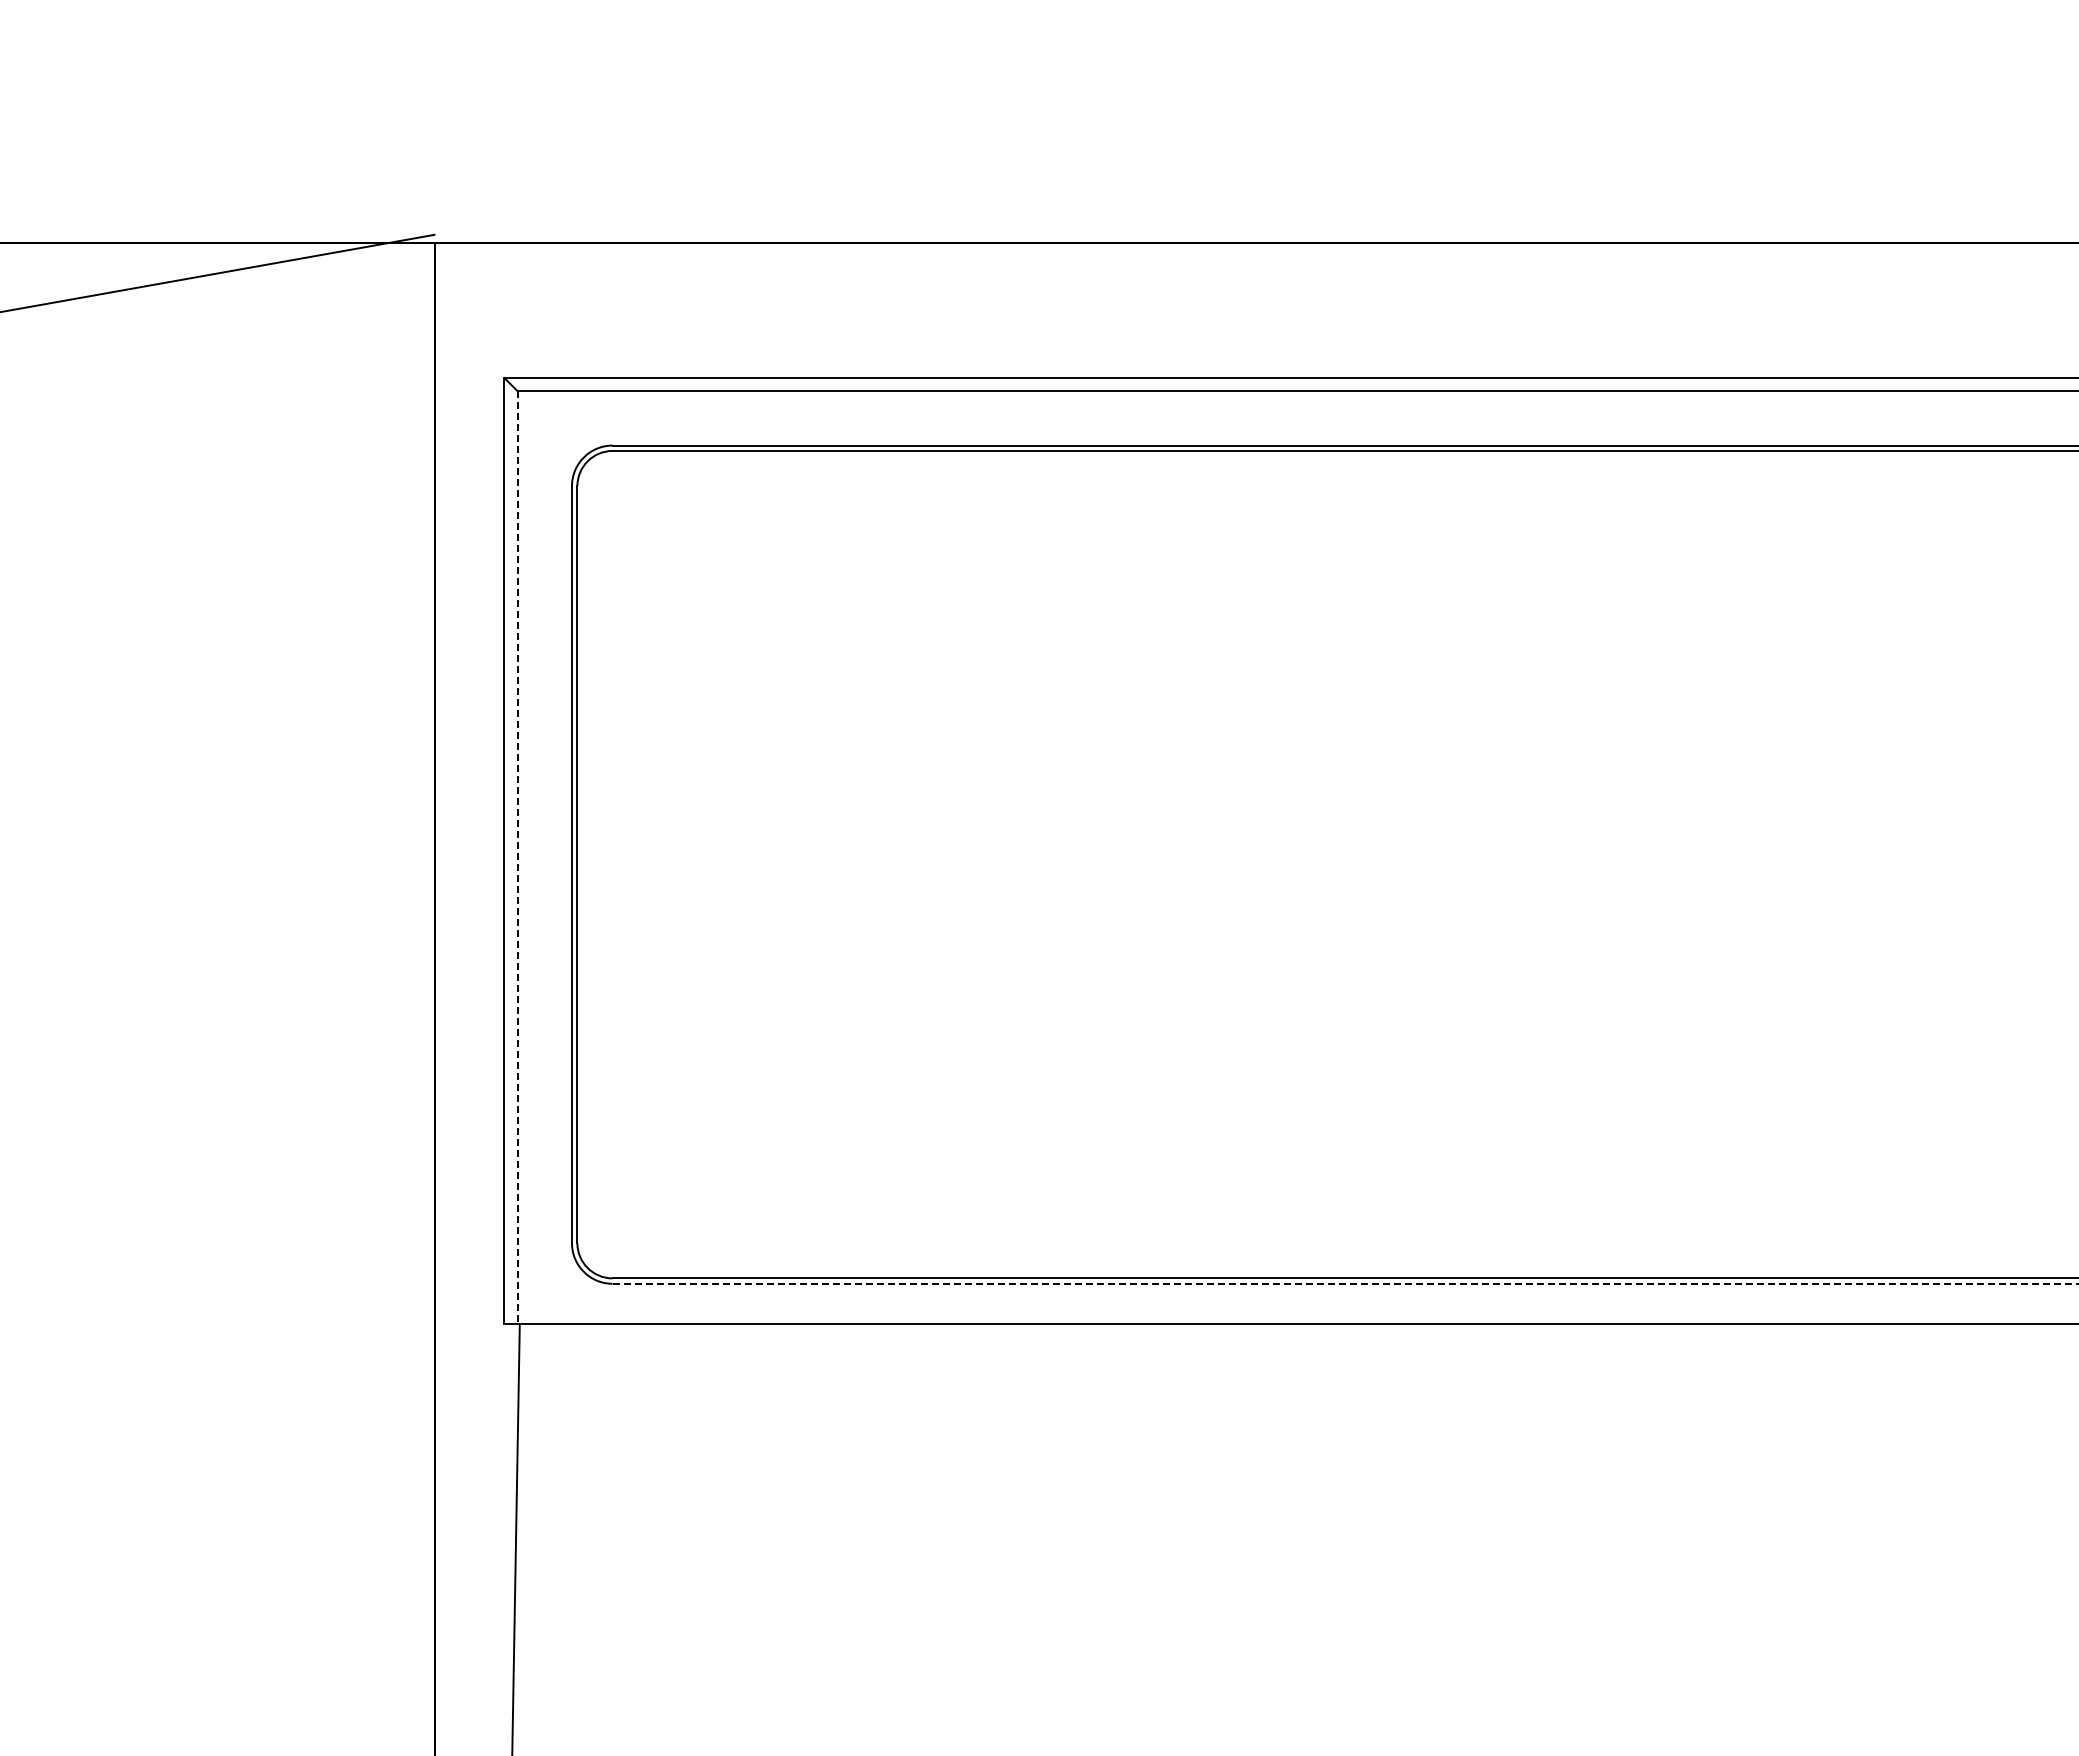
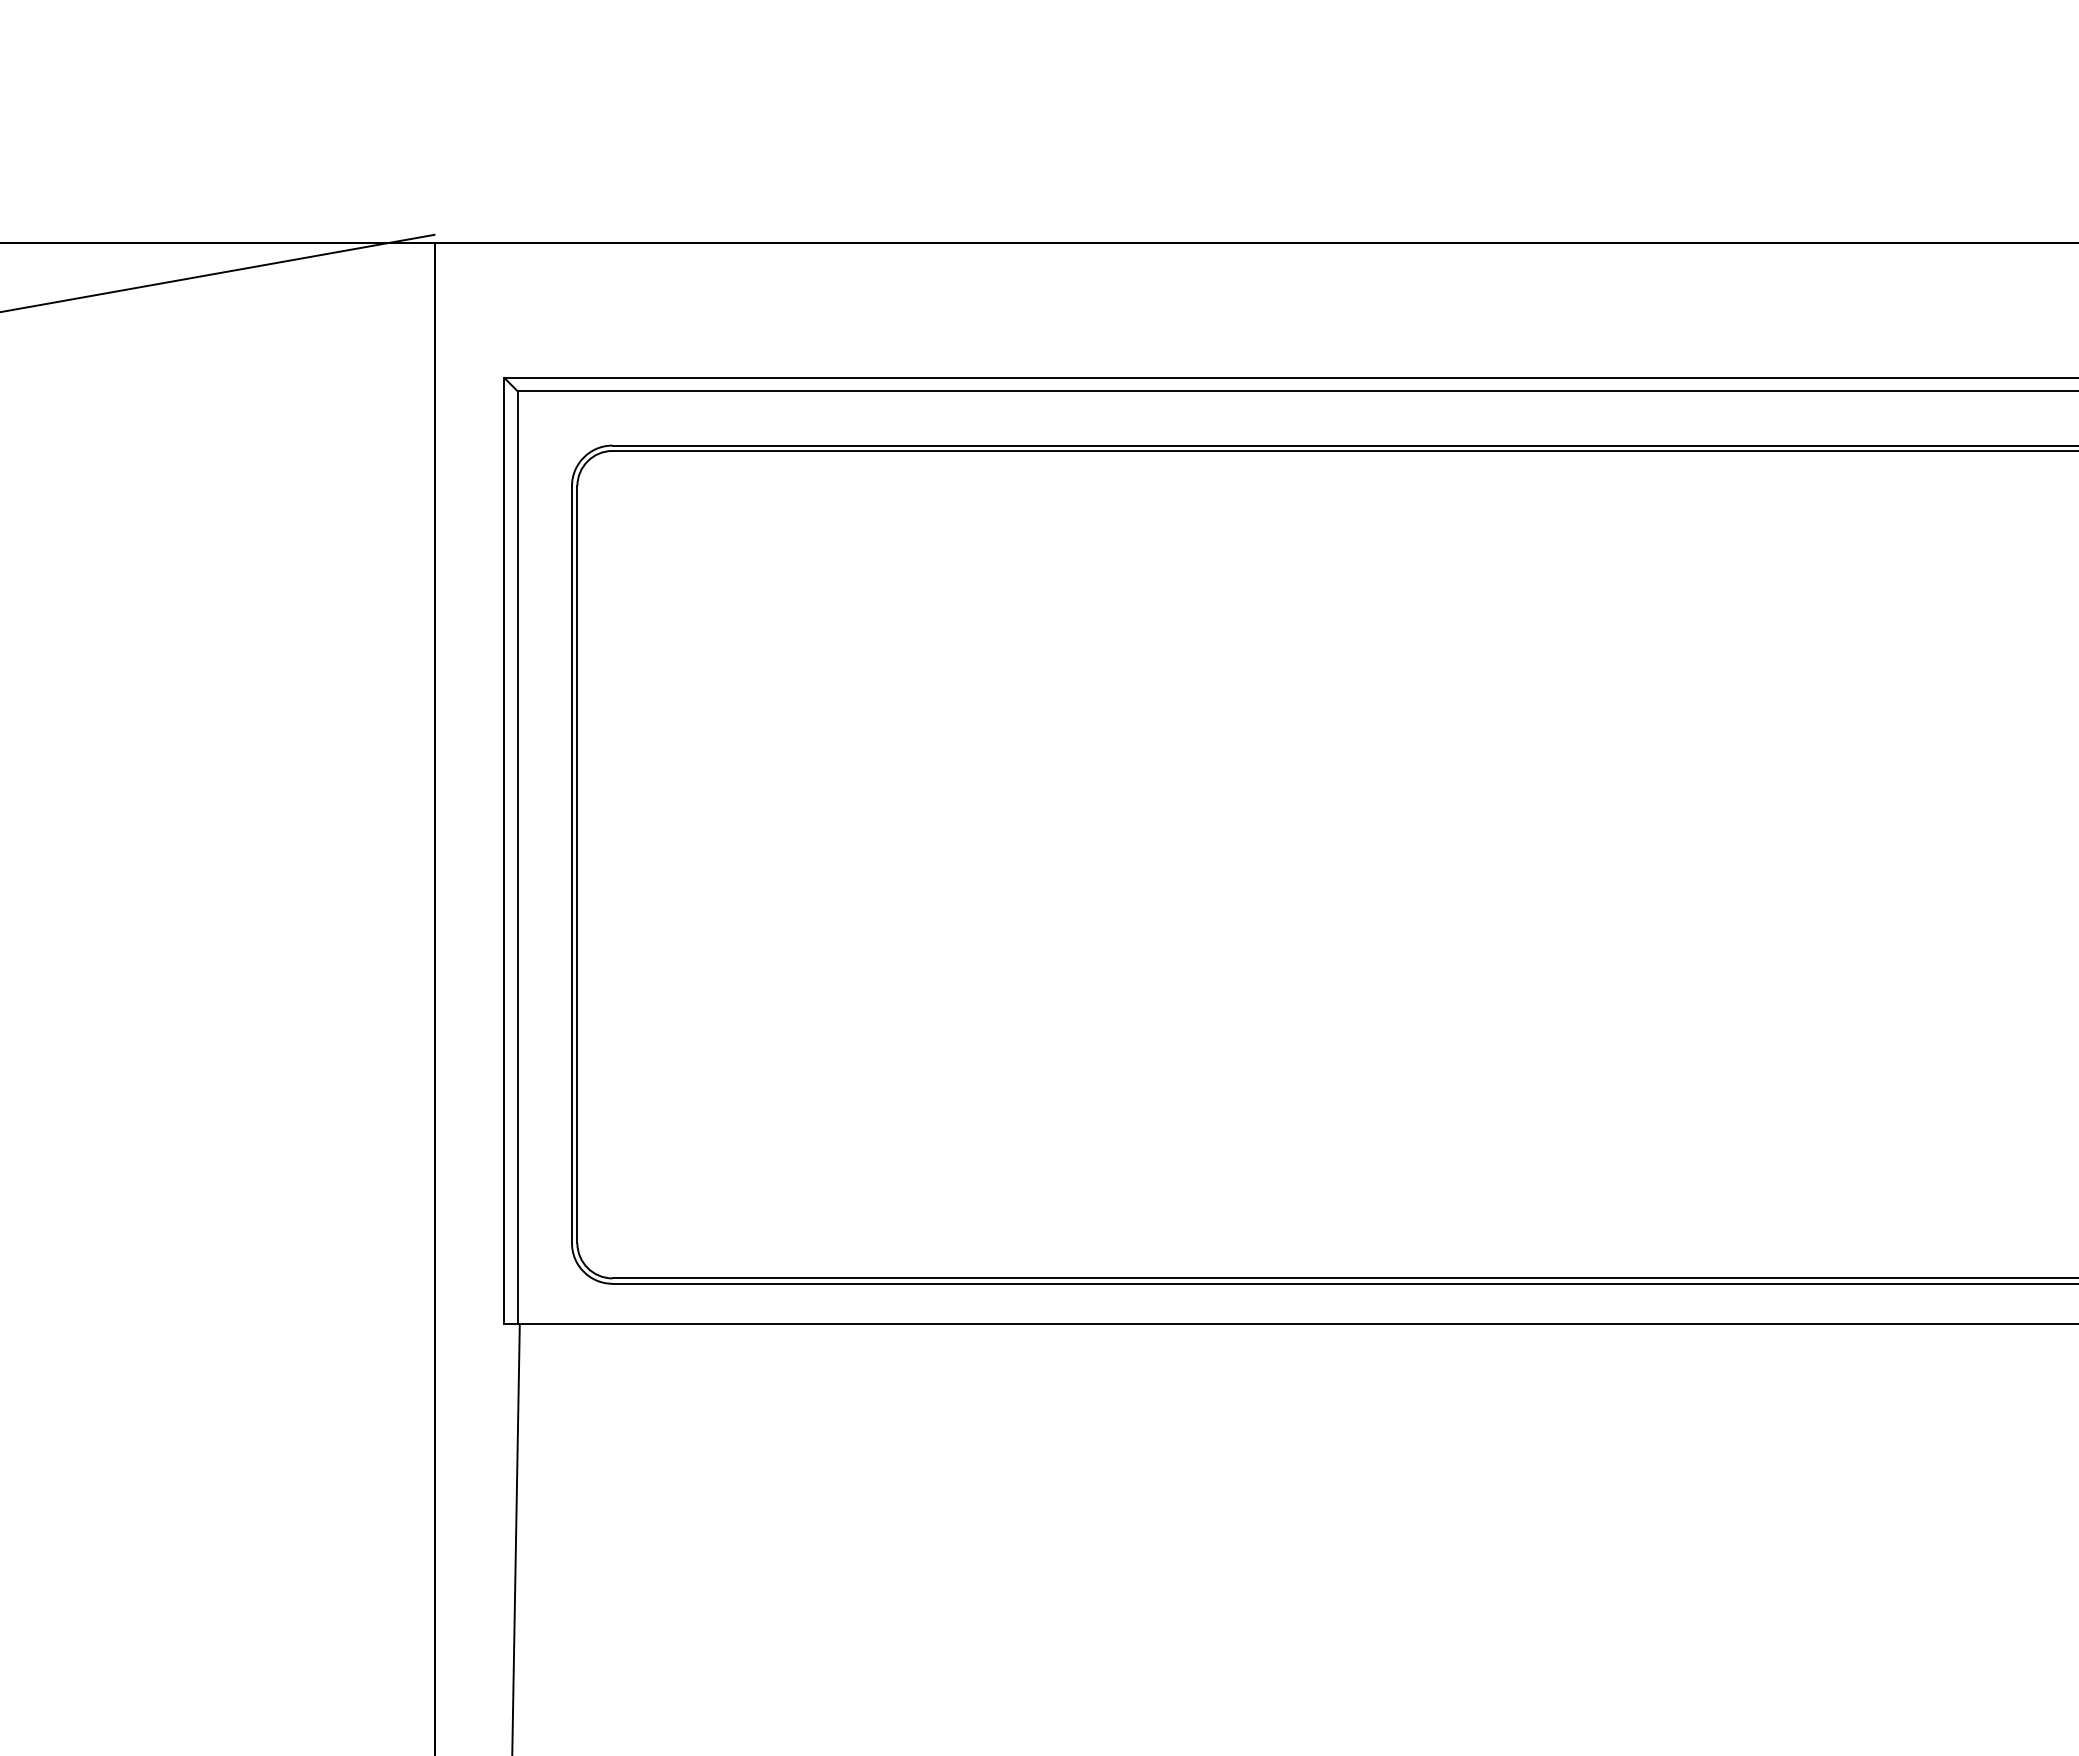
line at (517, 857): dashed -> solid
line at (1345, 1283): dashed -> solid
